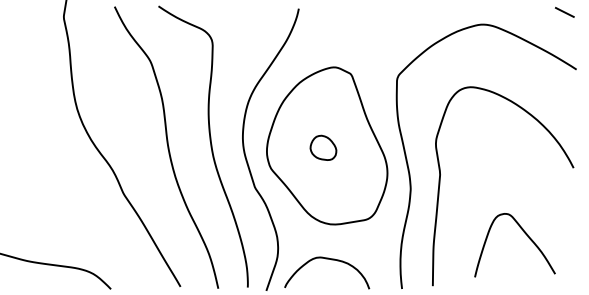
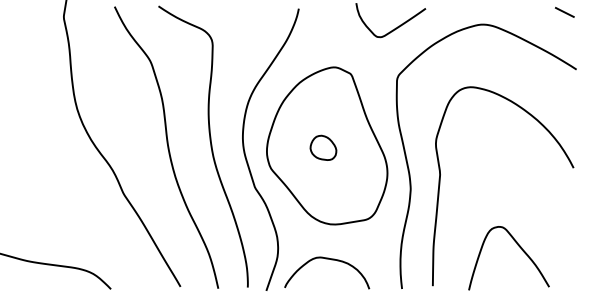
curve at (395, 27): none -> present
curve at (525, 234) position: (525, 234) -> (519, 247)
